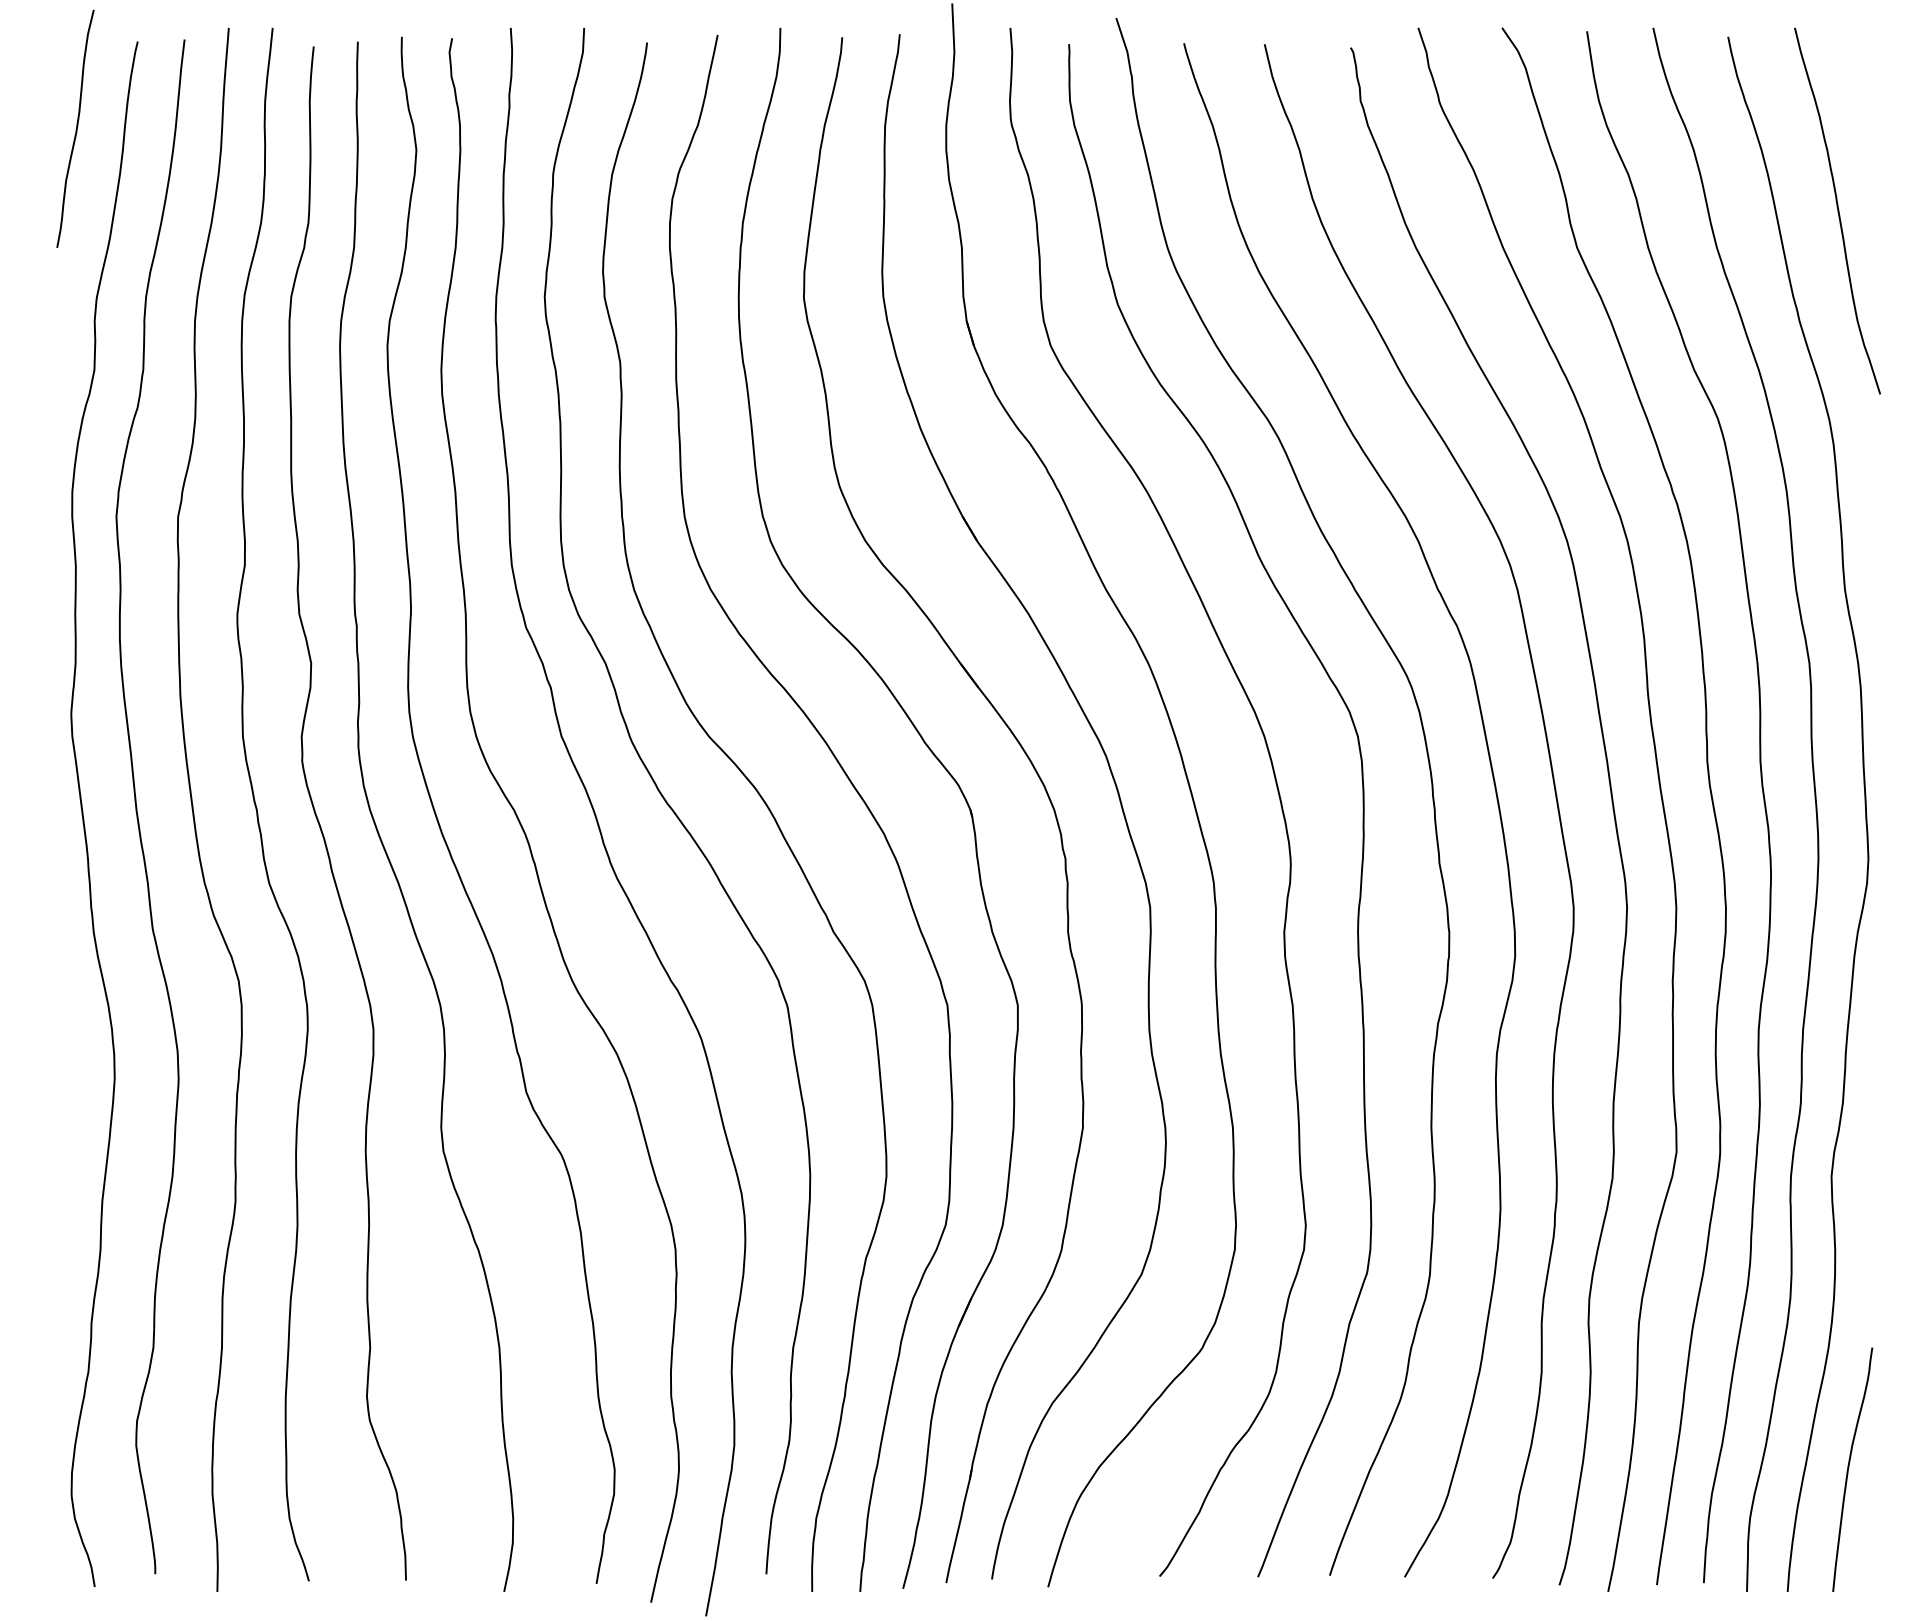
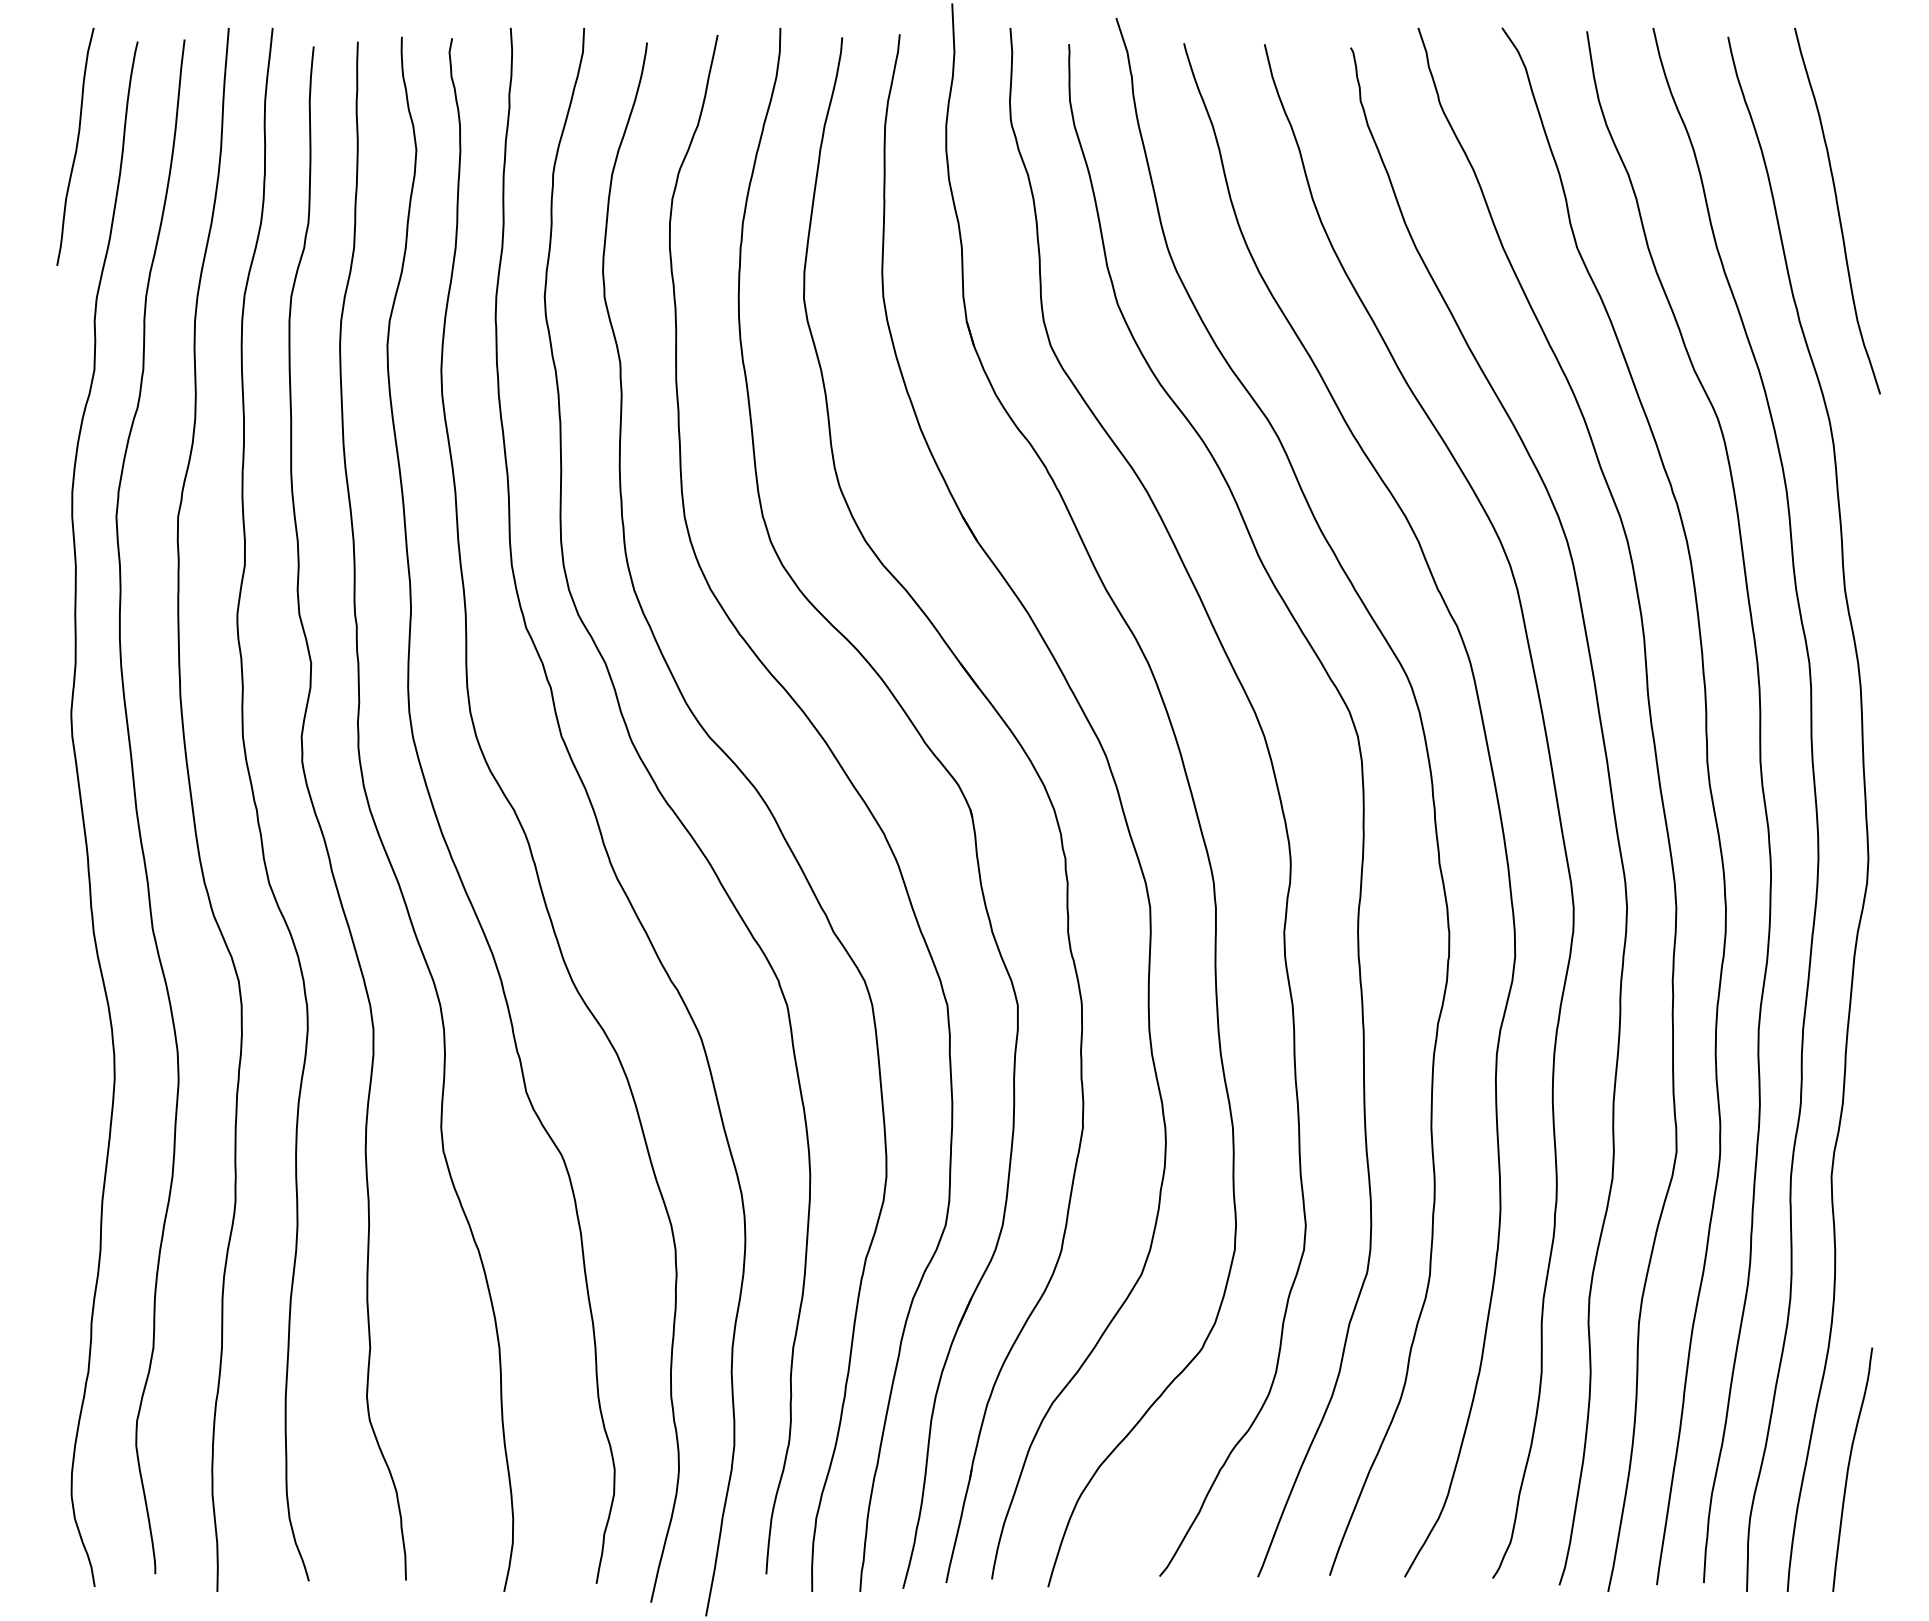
curve at (76, 128) position: (76, 128) -> (76, 146)
